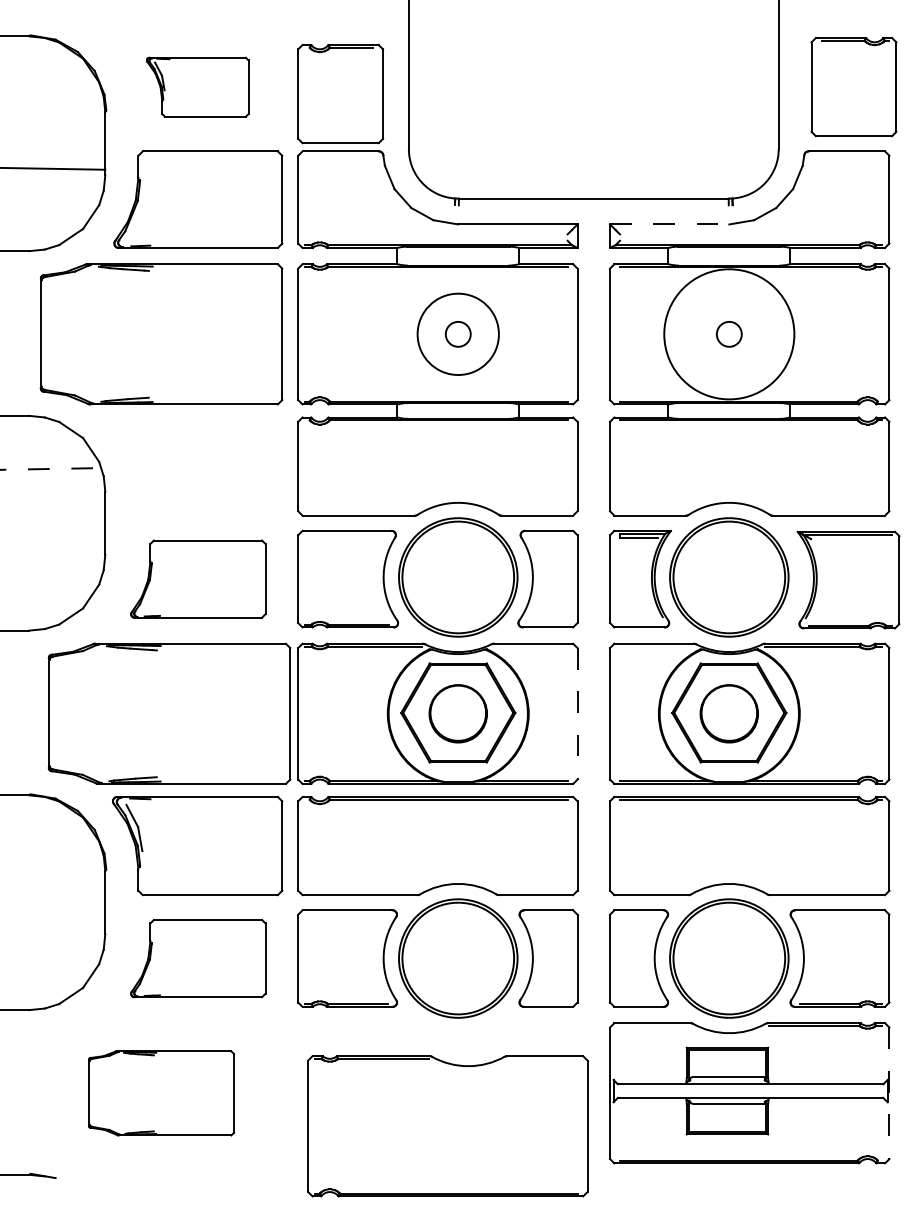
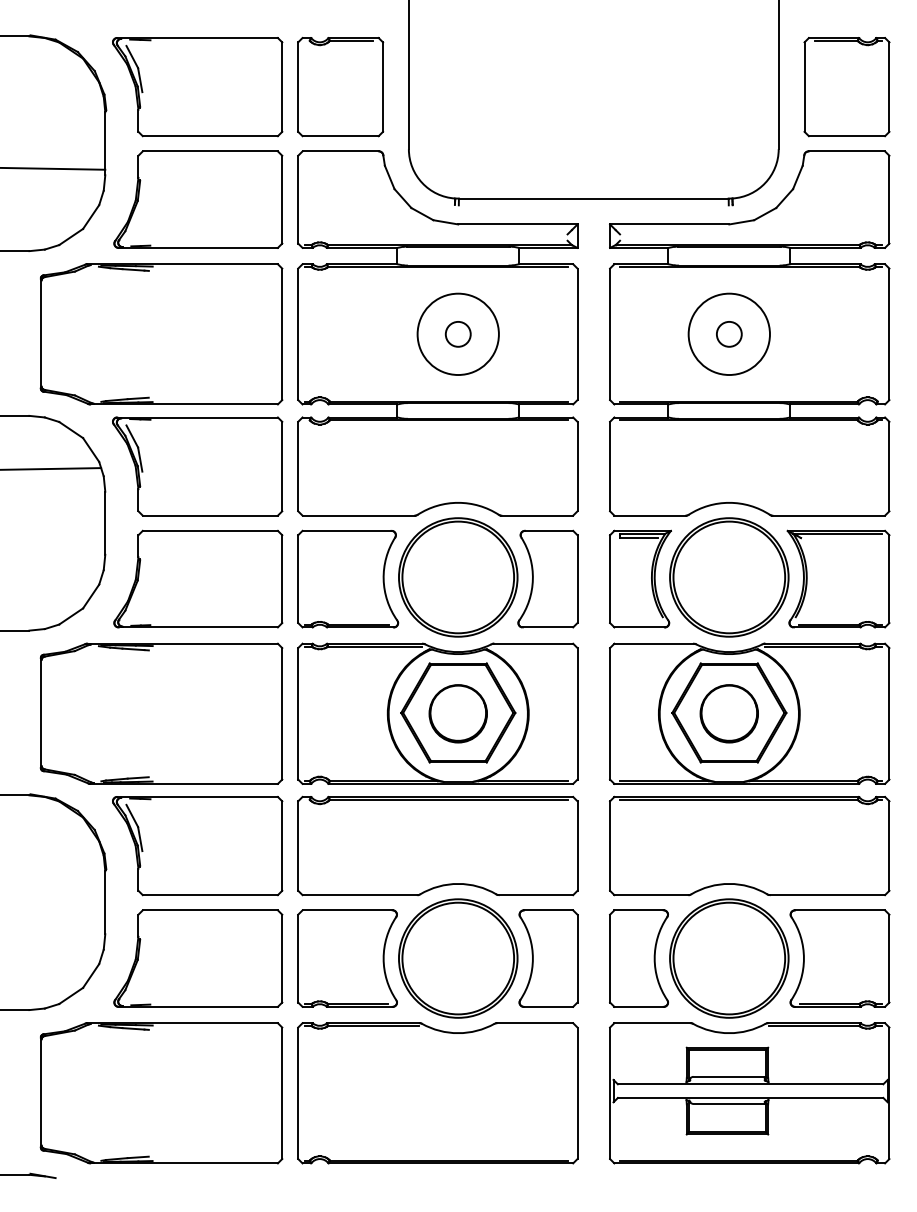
part at (197, 86) size: 104x62 px -> 172x101 px
part at (853, 87) position: (853, 87) -> (846, 87)
part at (340, 94) position: (340, 94) -> (340, 87)
line at (669, 224): dashed -> solid
circle at (729, 334) diameter: 130 px -> 81 px
part at (197, 466): none -> present
line at (51, 468): dashed -> solid
part at (198, 578) size: 137x80 px -> 171x100 px
part at (848, 579) position: (848, 579) -> (838, 578)
part at (169, 713) position: (169, 713) -> (161, 713)
line at (577, 713): dashed -> solid
part at (198, 958) size: 137x80 px -> 171x99 px
part at (161, 1093) size: 147x87 px -> 245x143 px
line at (889, 1093): dashed -> solid
part at (447, 1126) position: (447, 1126) -> (437, 1093)
